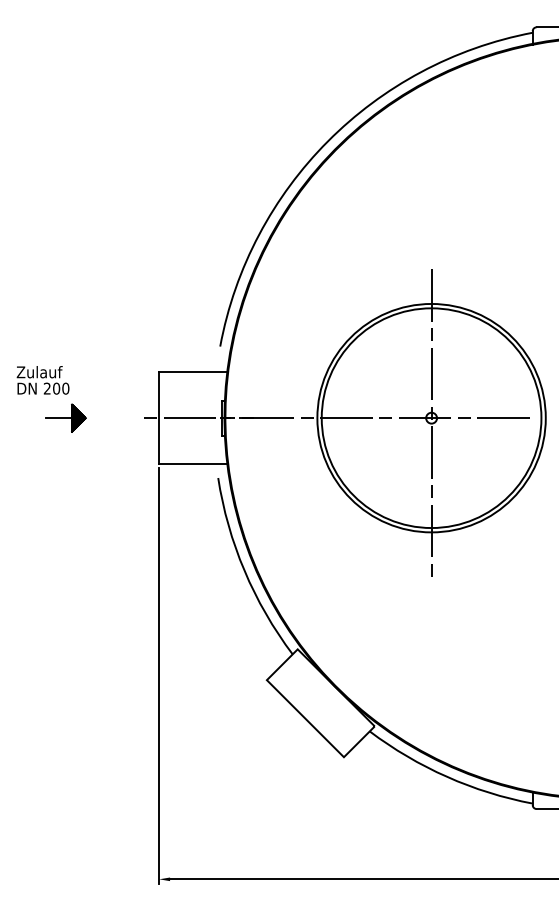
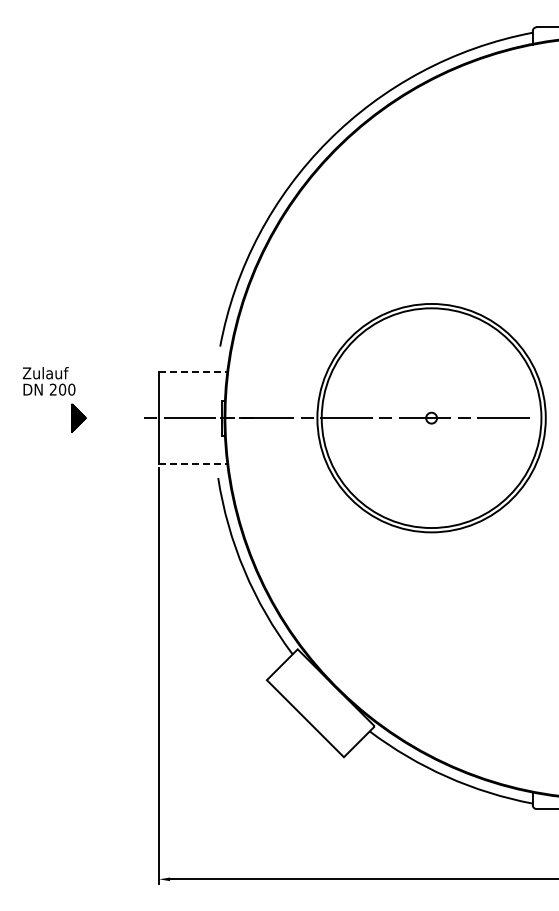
line at (193, 372): solid -> dashed
text at (42, 380) position: (42, 380) -> (48, 381)
line at (58, 418): present -> none
line at (431, 423): present -> none
line at (193, 463): solid -> dashed
